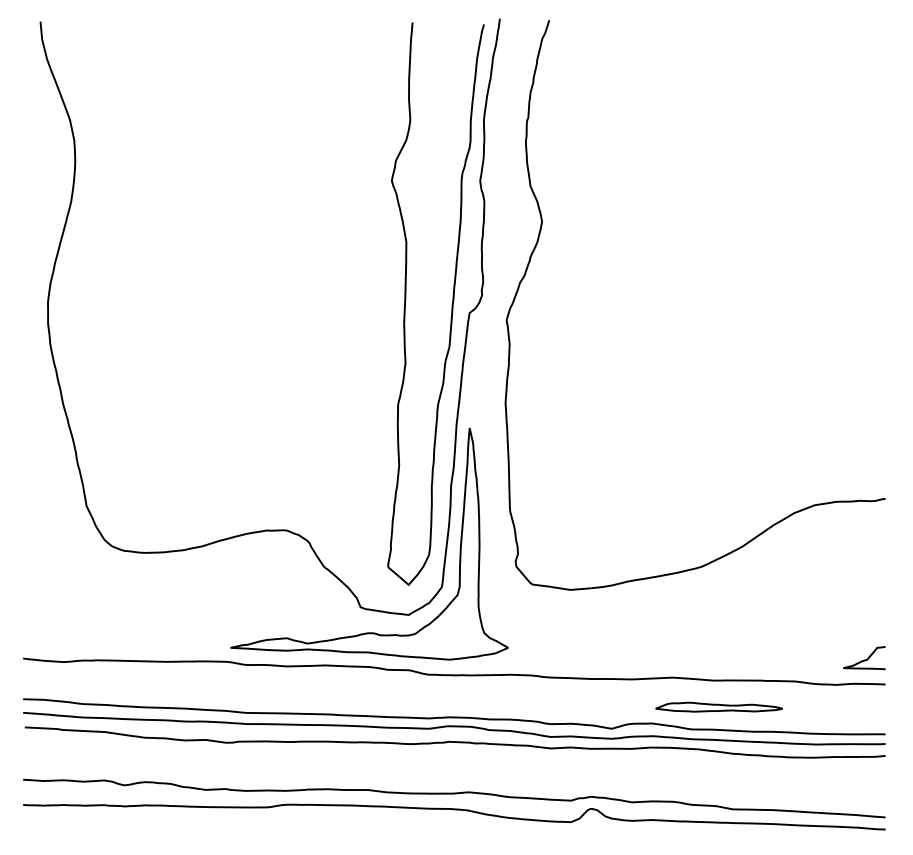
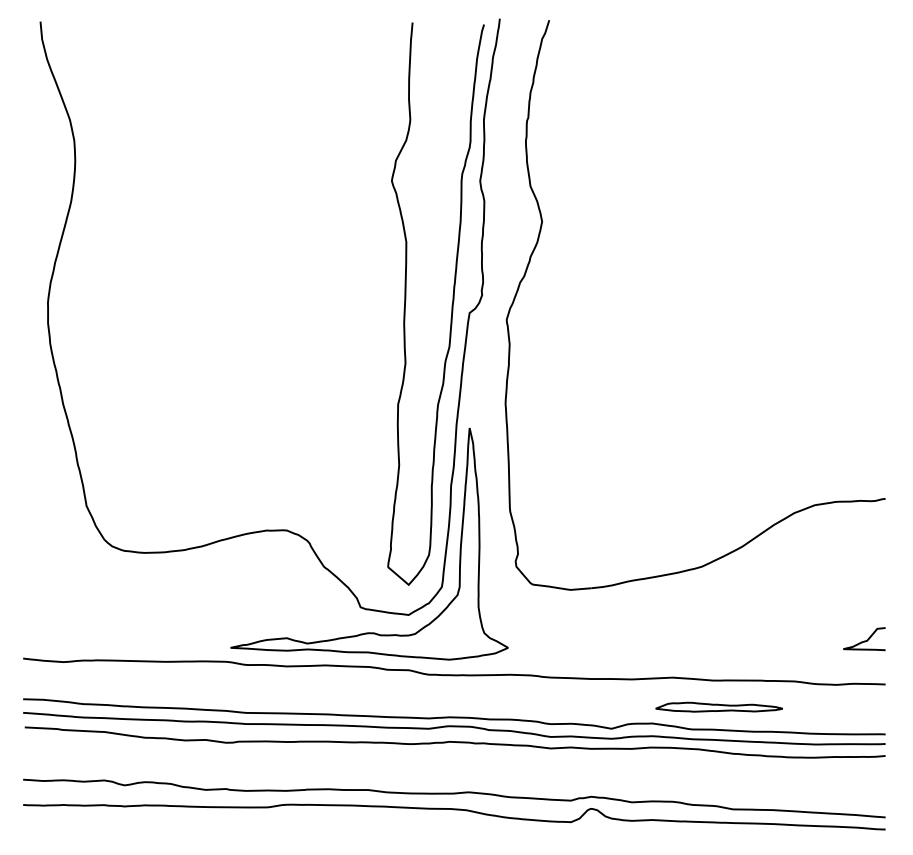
curve at (864, 659) position: (864, 659) -> (864, 640)
